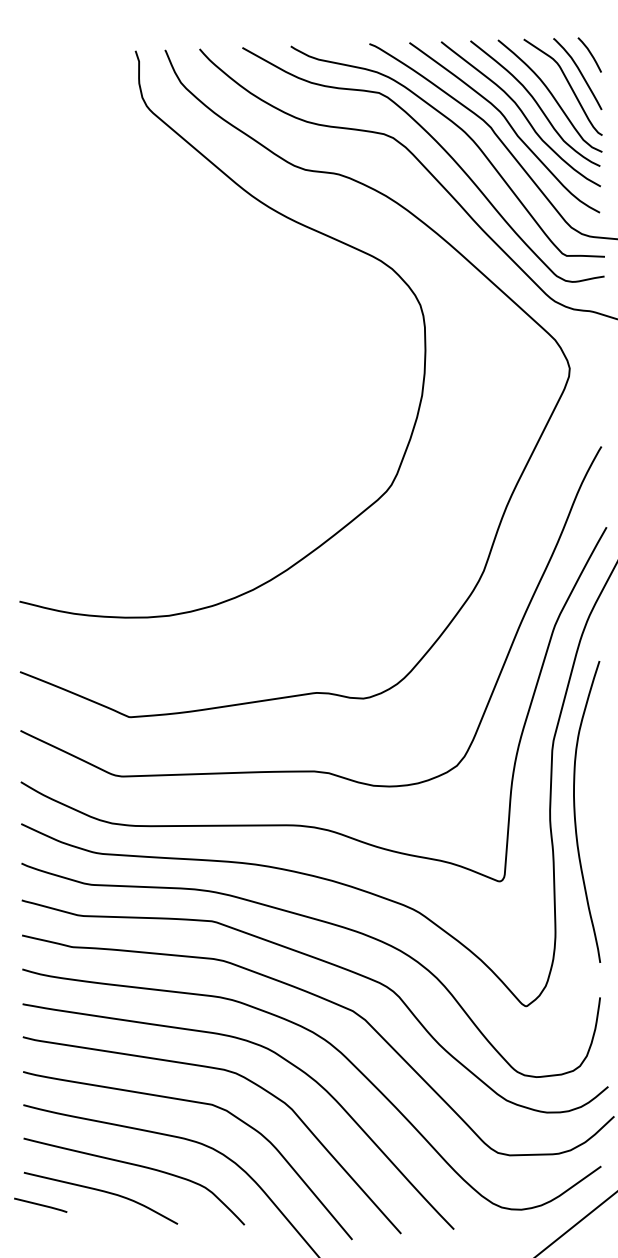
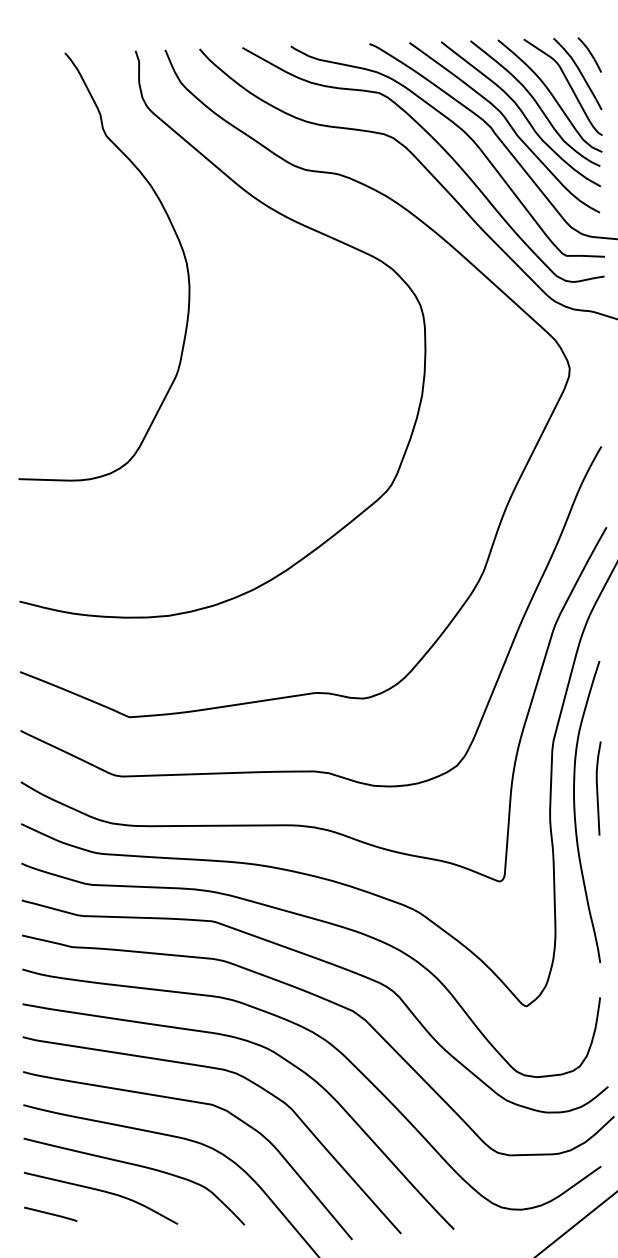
curve at (175, 235): none -> present
curve at (597, 788): none -> present
line at (40, 1204) position: (40, 1204) -> (50, 1213)
